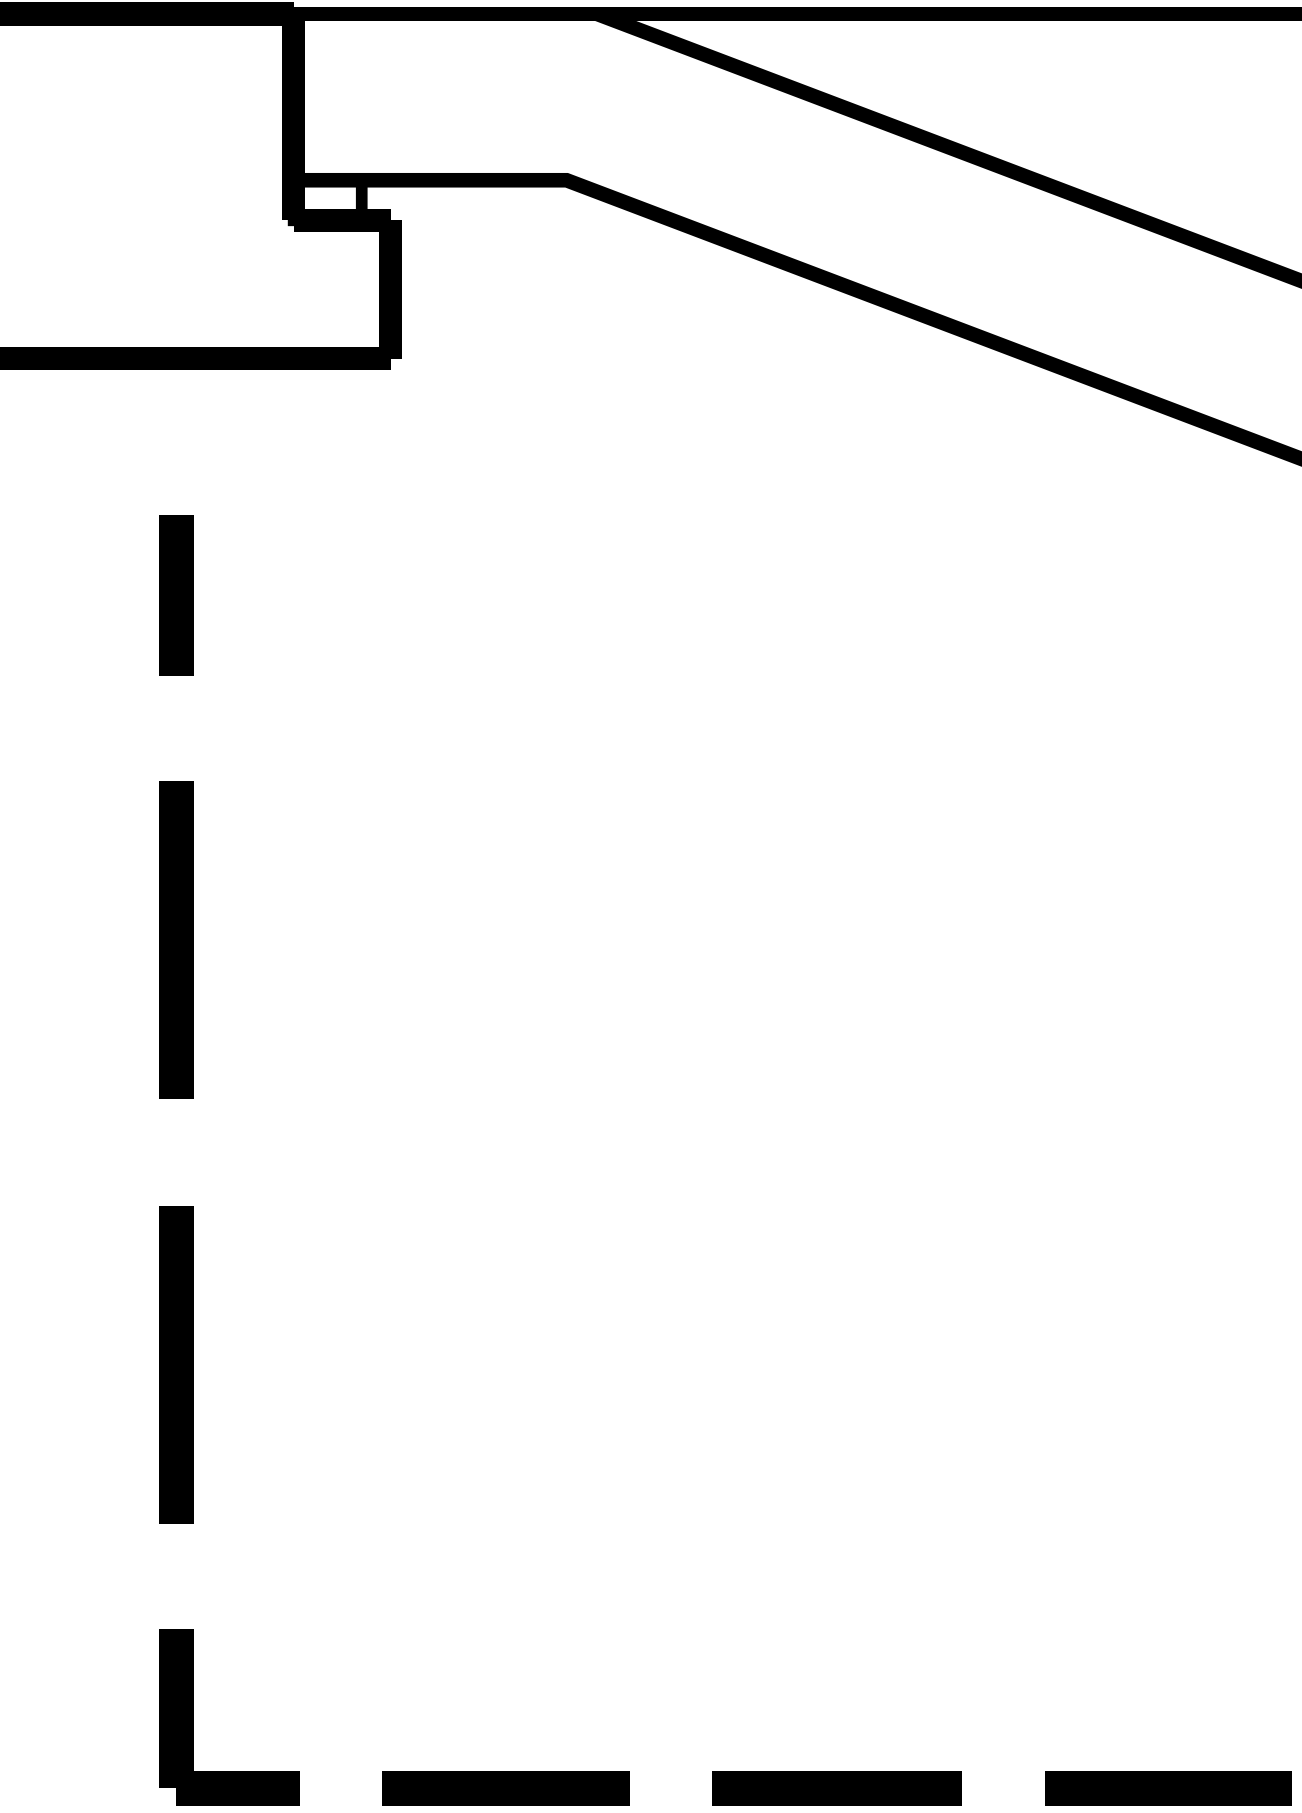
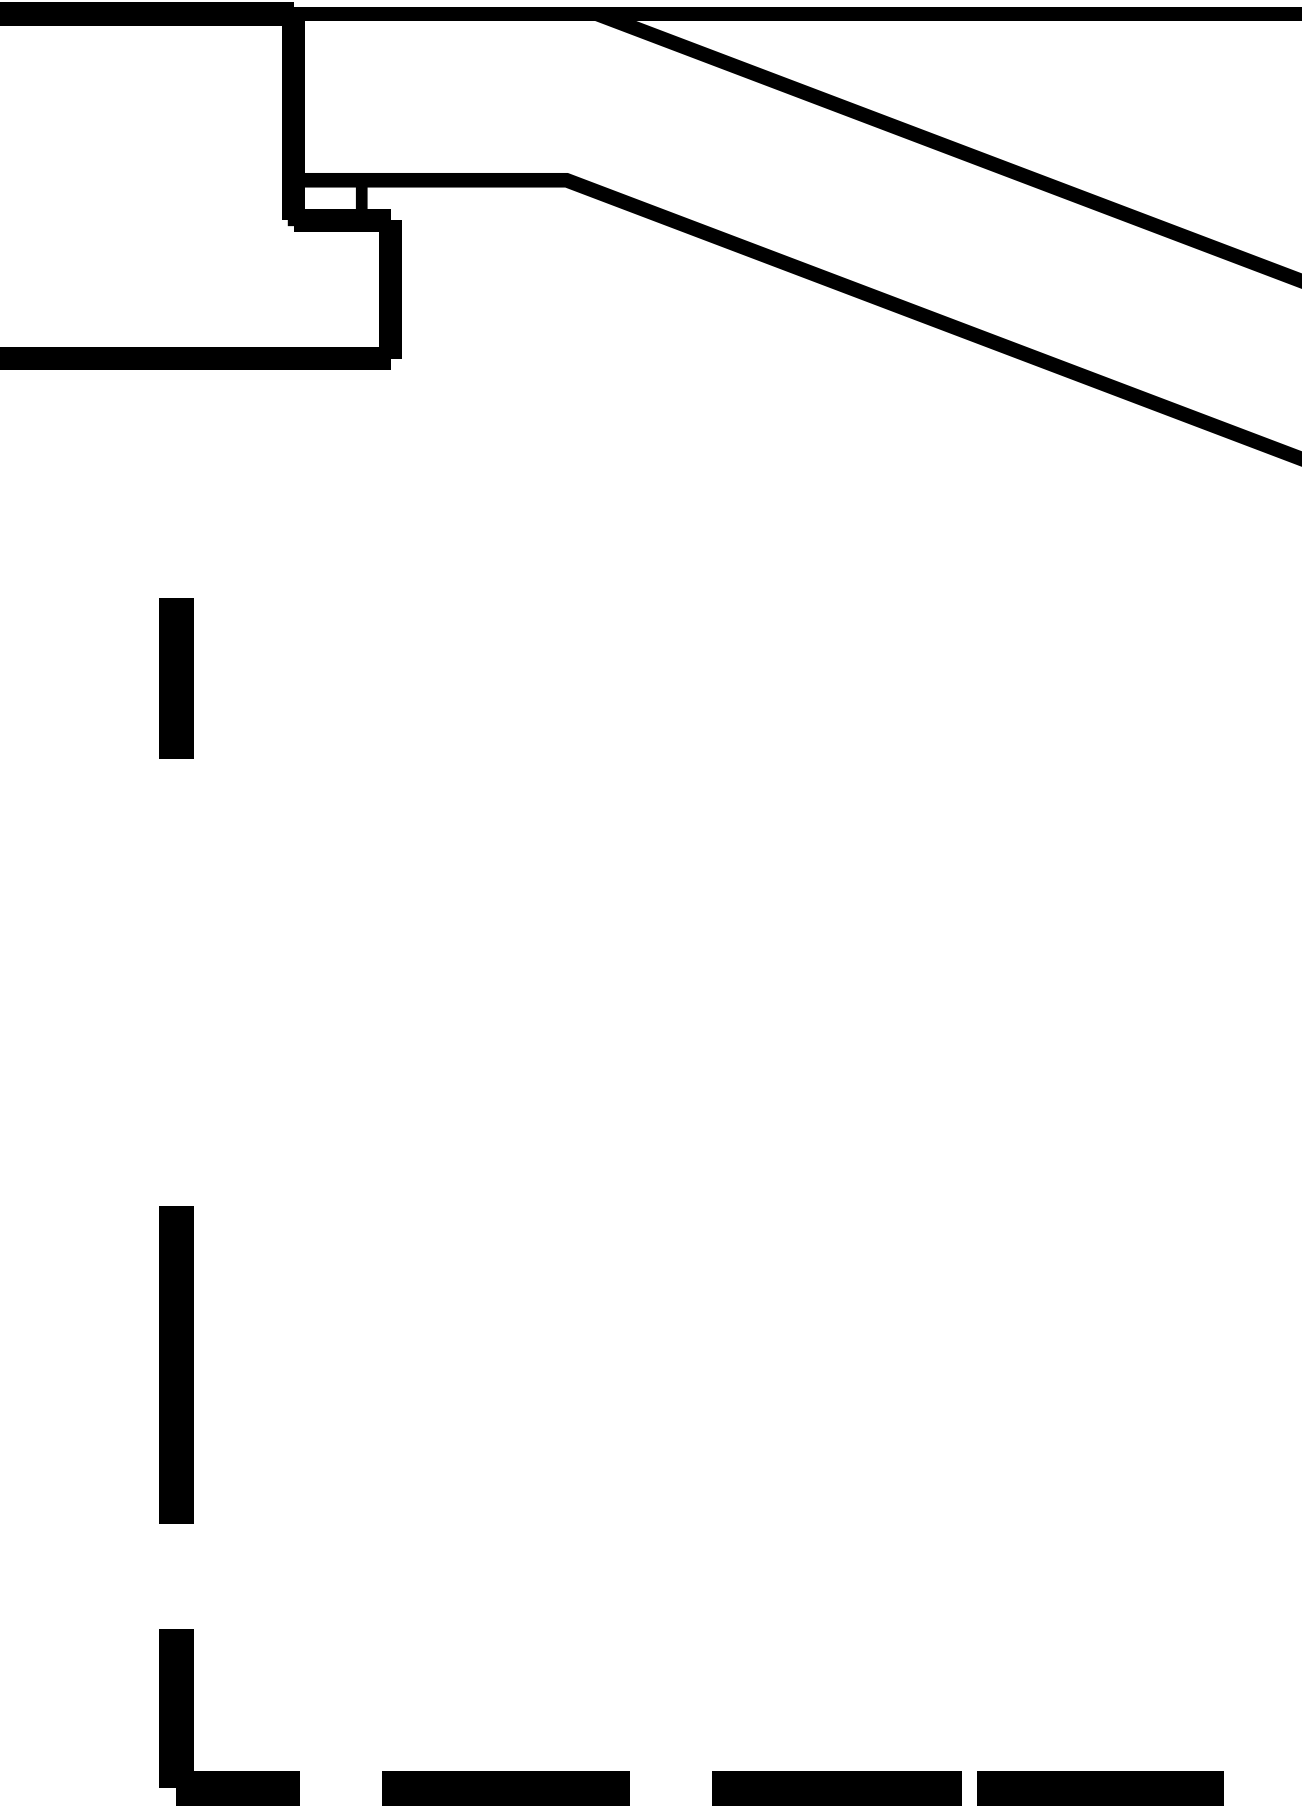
line at (176, 595) position: (176, 595) -> (176, 678)
line at (176, 939): present -> none
line at (1168, 1788) position: (1168, 1788) -> (1100, 1788)
